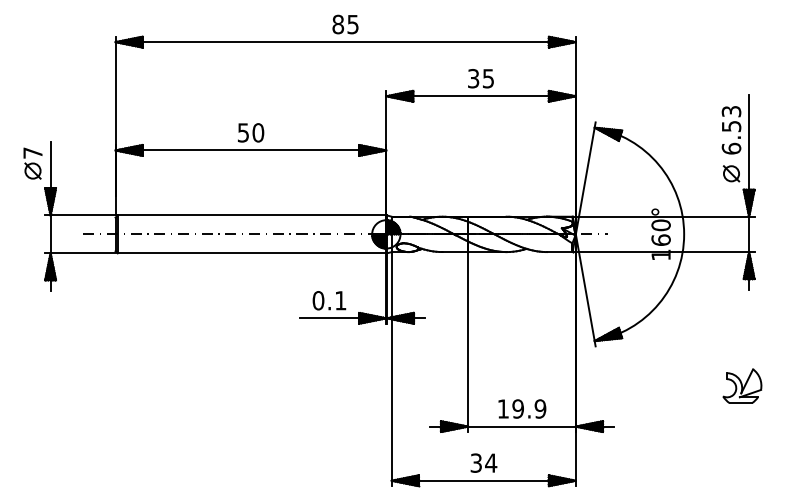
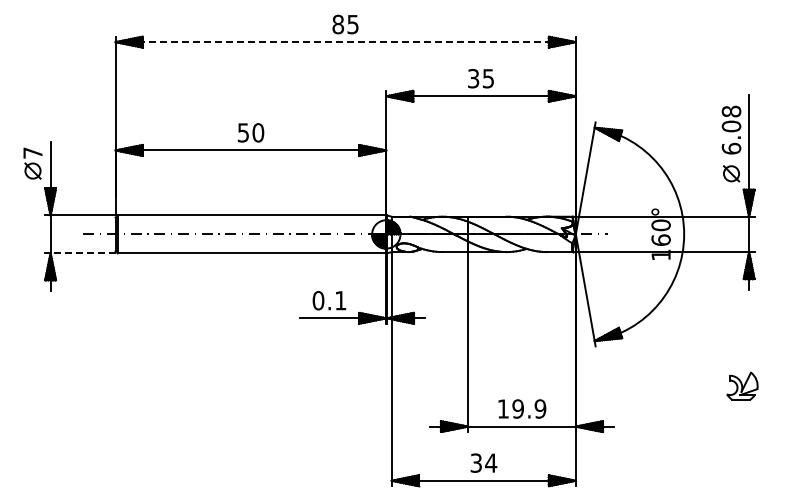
line at (346, 42): solid -> dashed
text at (731, 118): 6.53 -> 6.08
line at (82, 253): solid -> dashed
part at (742, 385) size: 41x36 px -> 33x30 px
